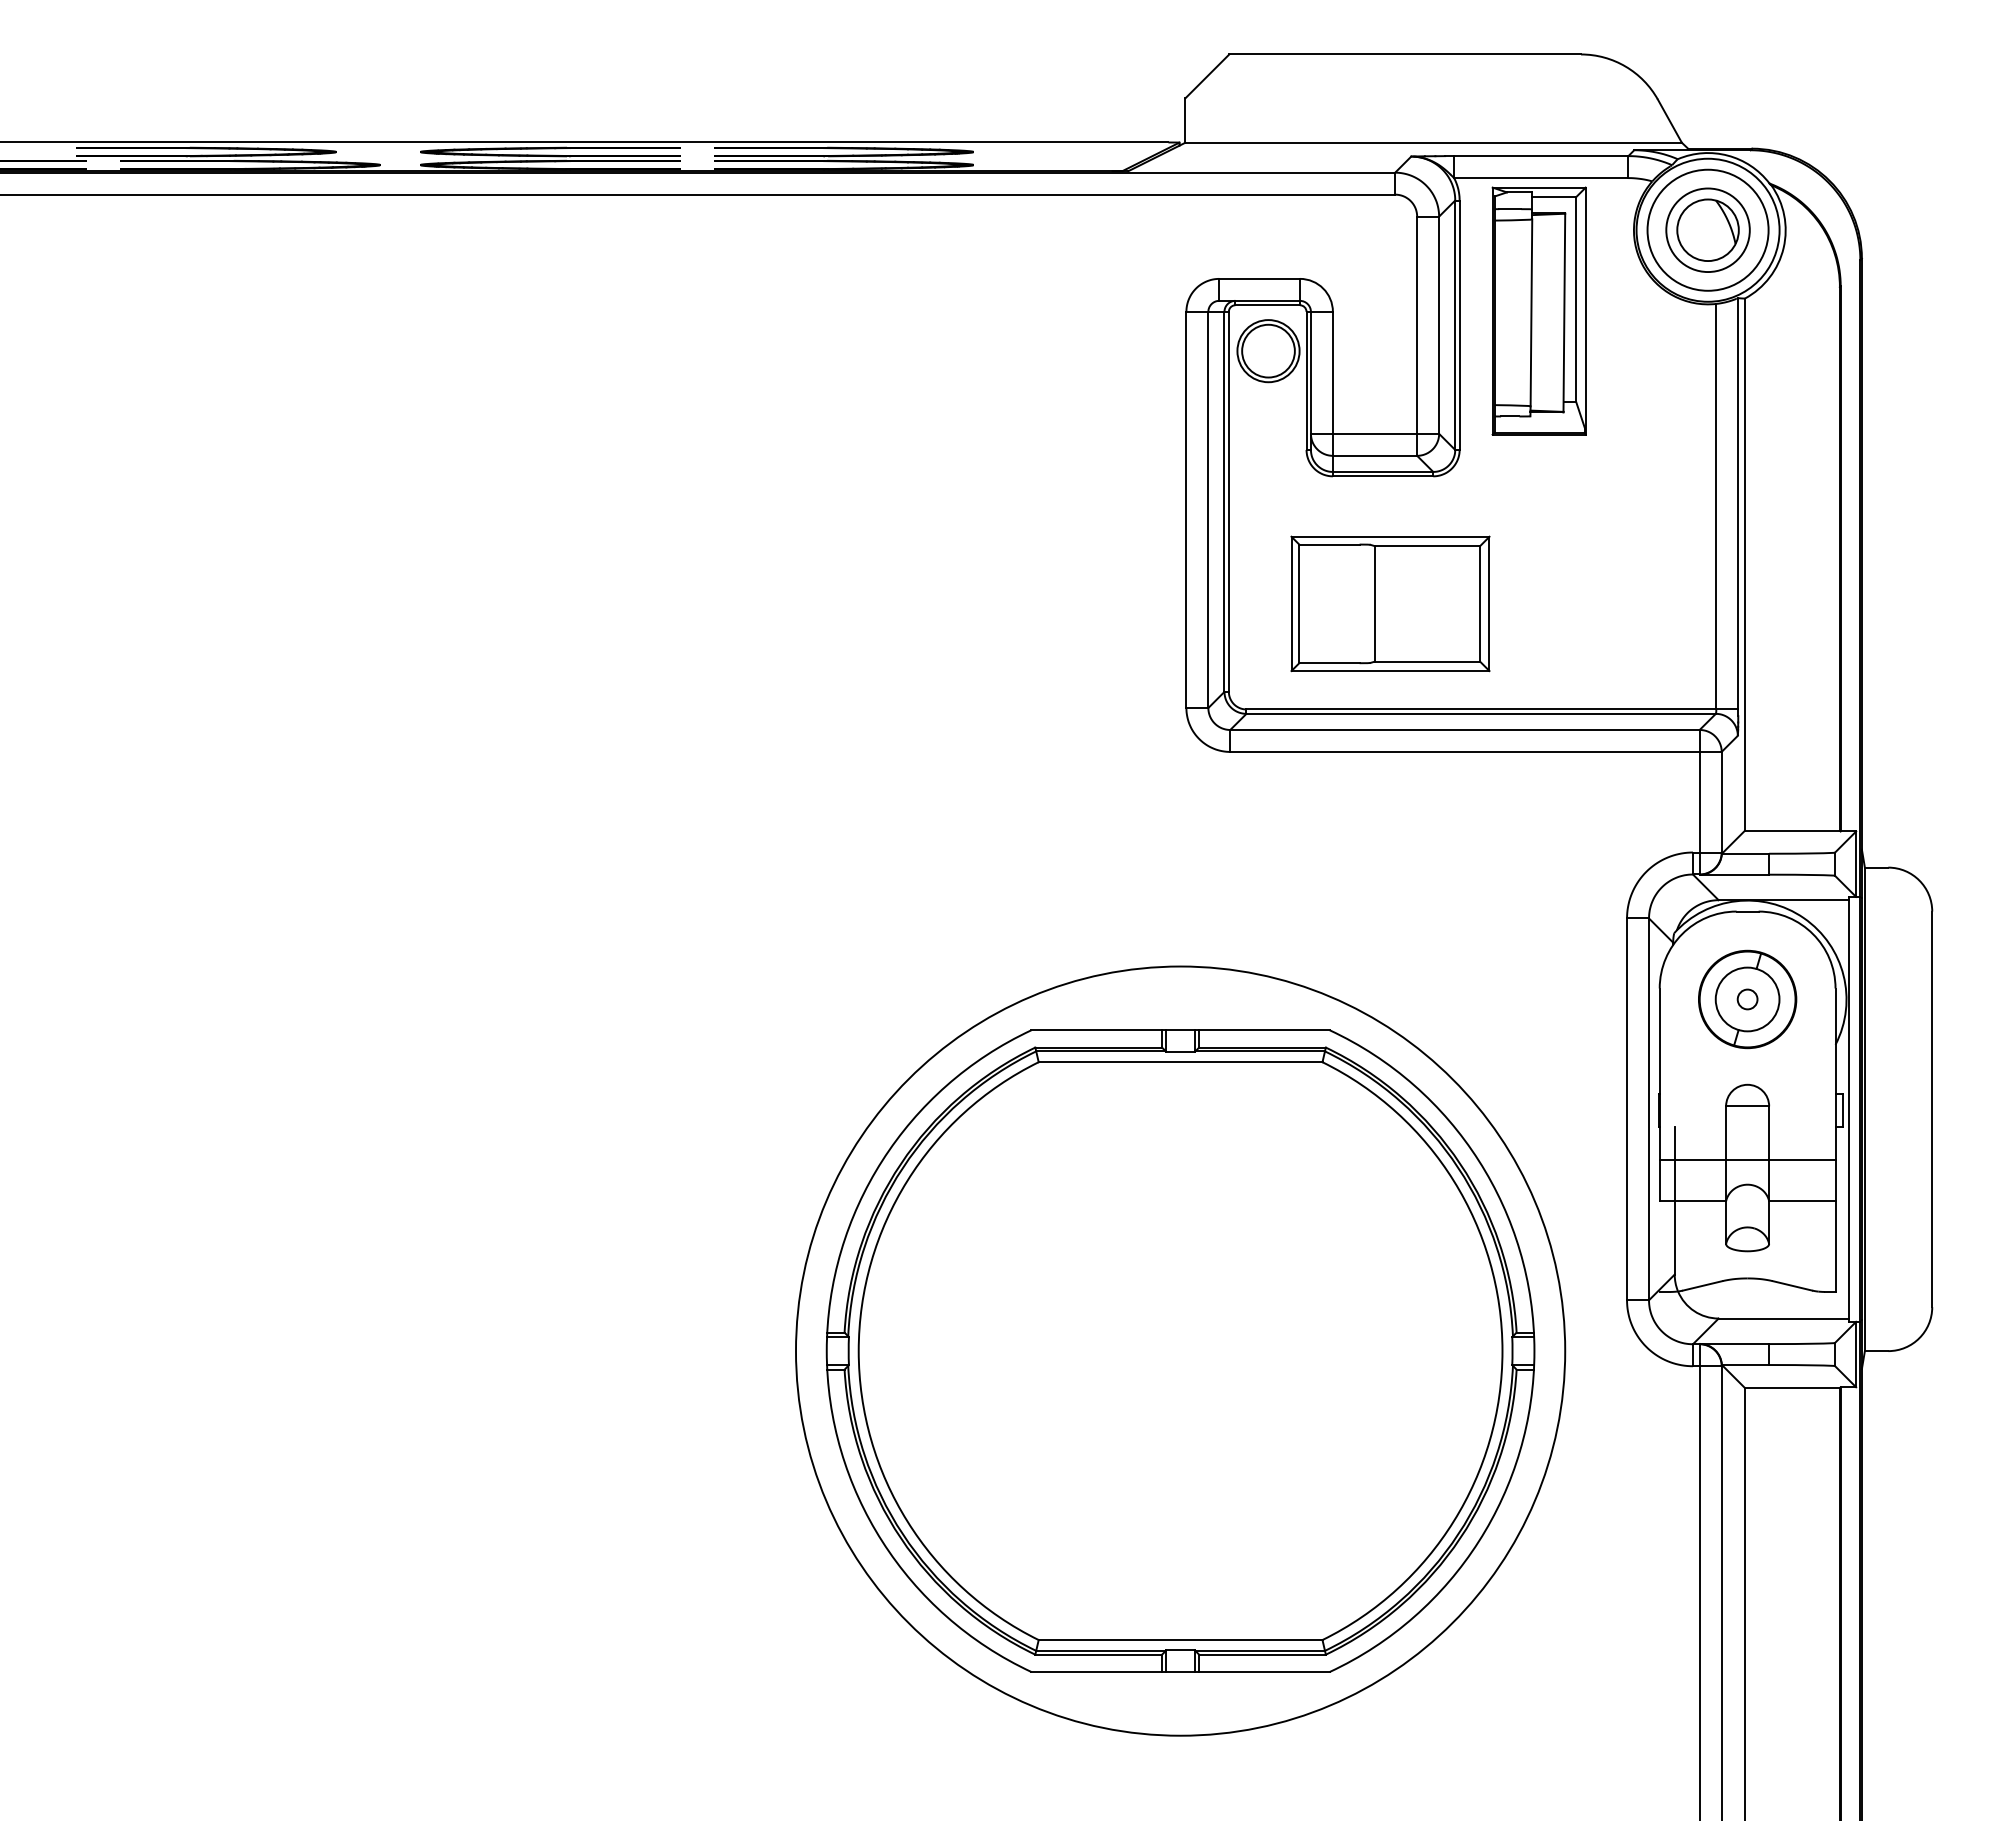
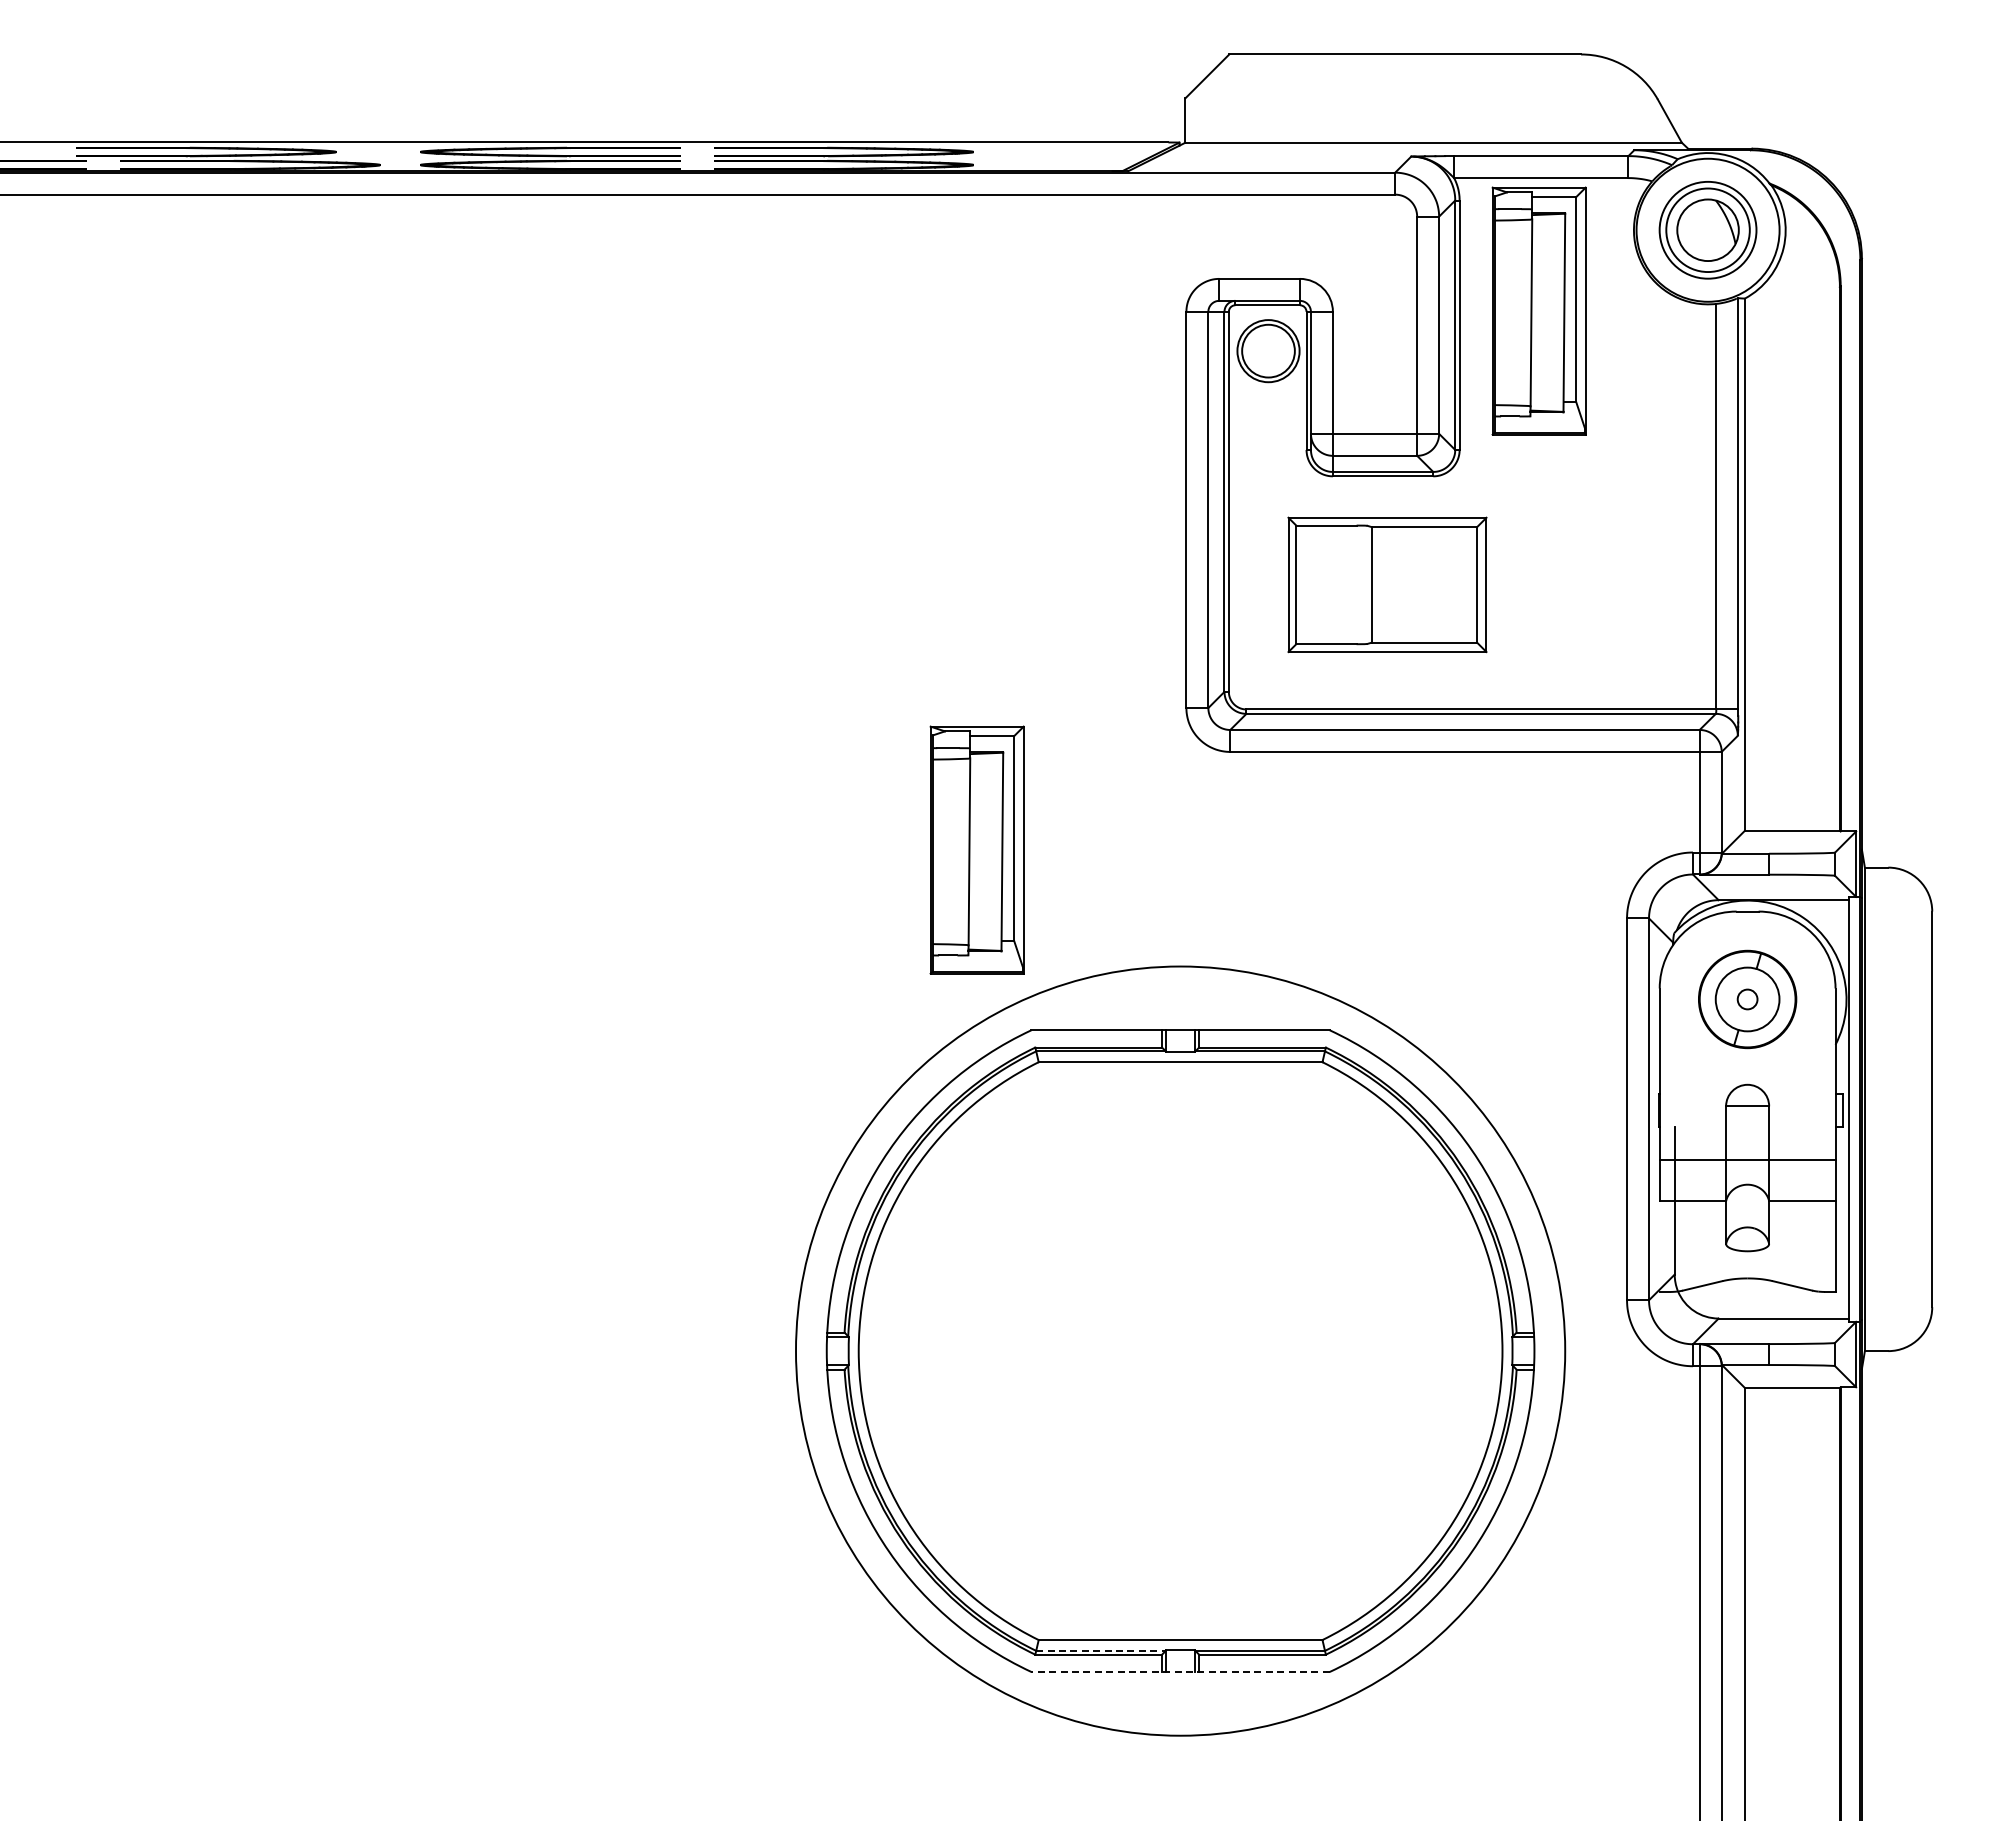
circle at (1707, 229) diameter: 121 px -> 97 px
part at (1390, 603) position: (1390, 603) -> (1387, 584)
part at (976, 849): none -> present
line at (1101, 1650): solid -> dashed
line at (1180, 1672): solid -> dashed
